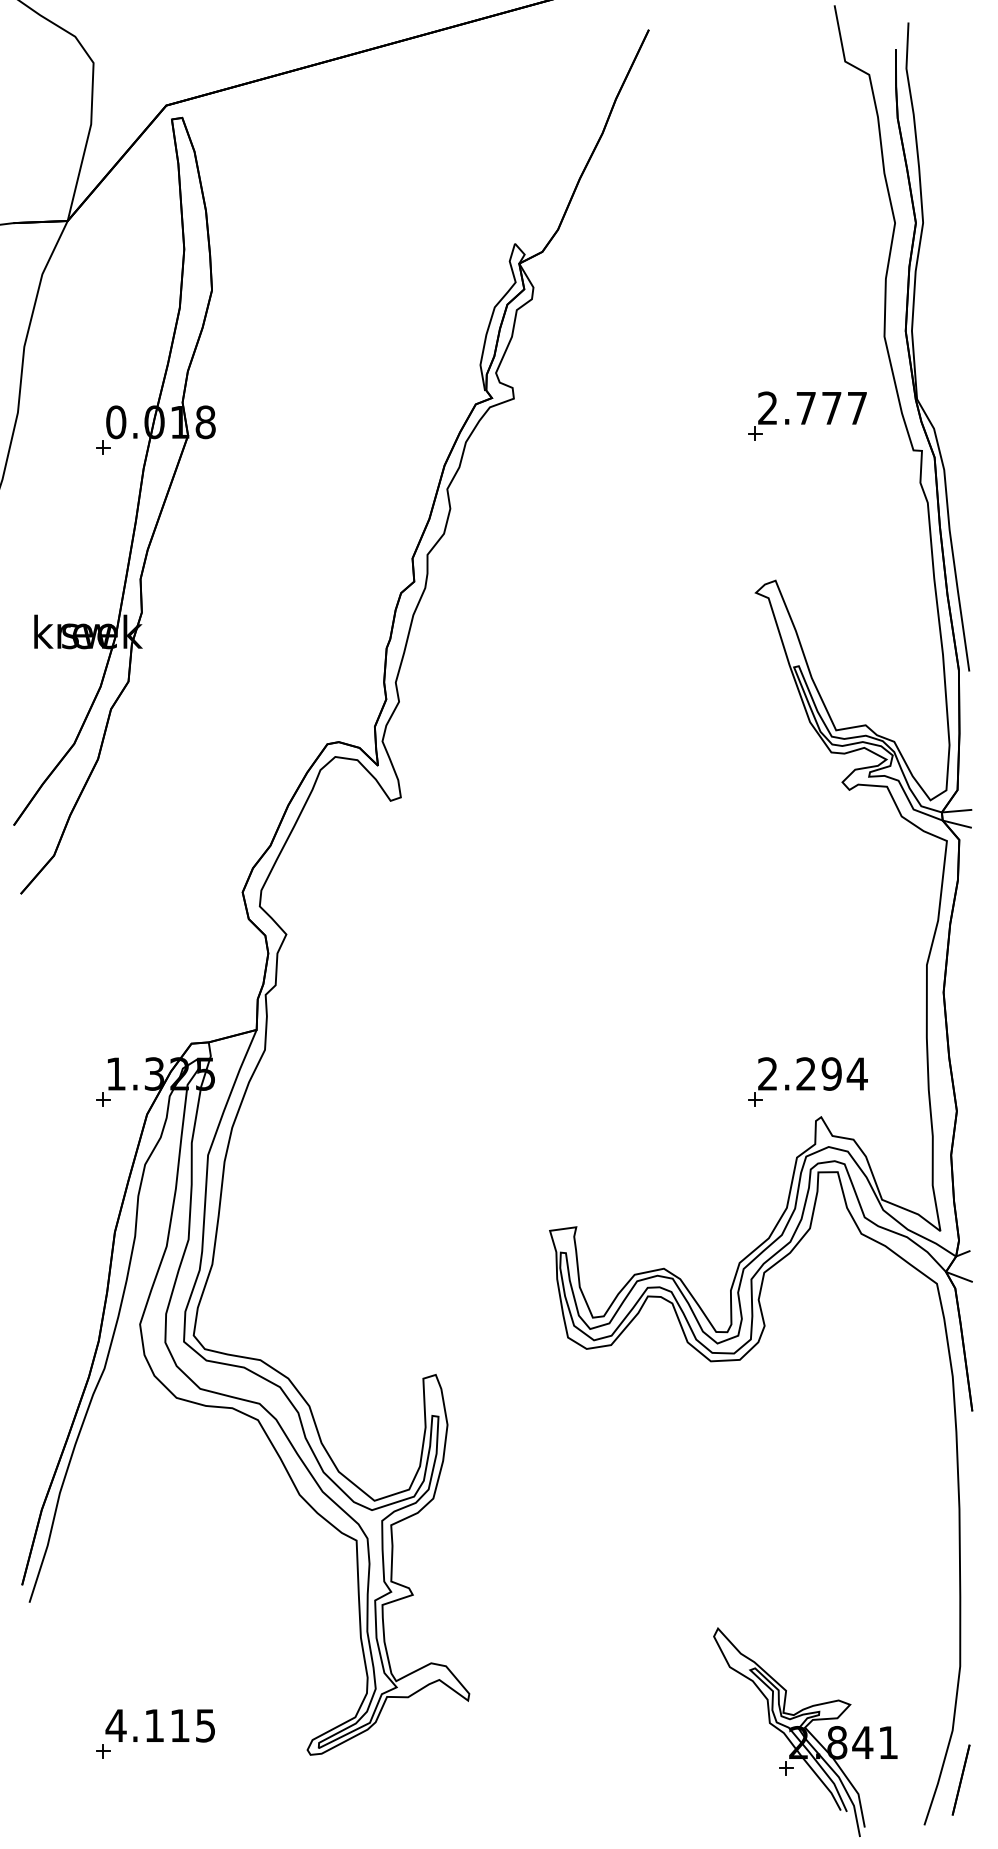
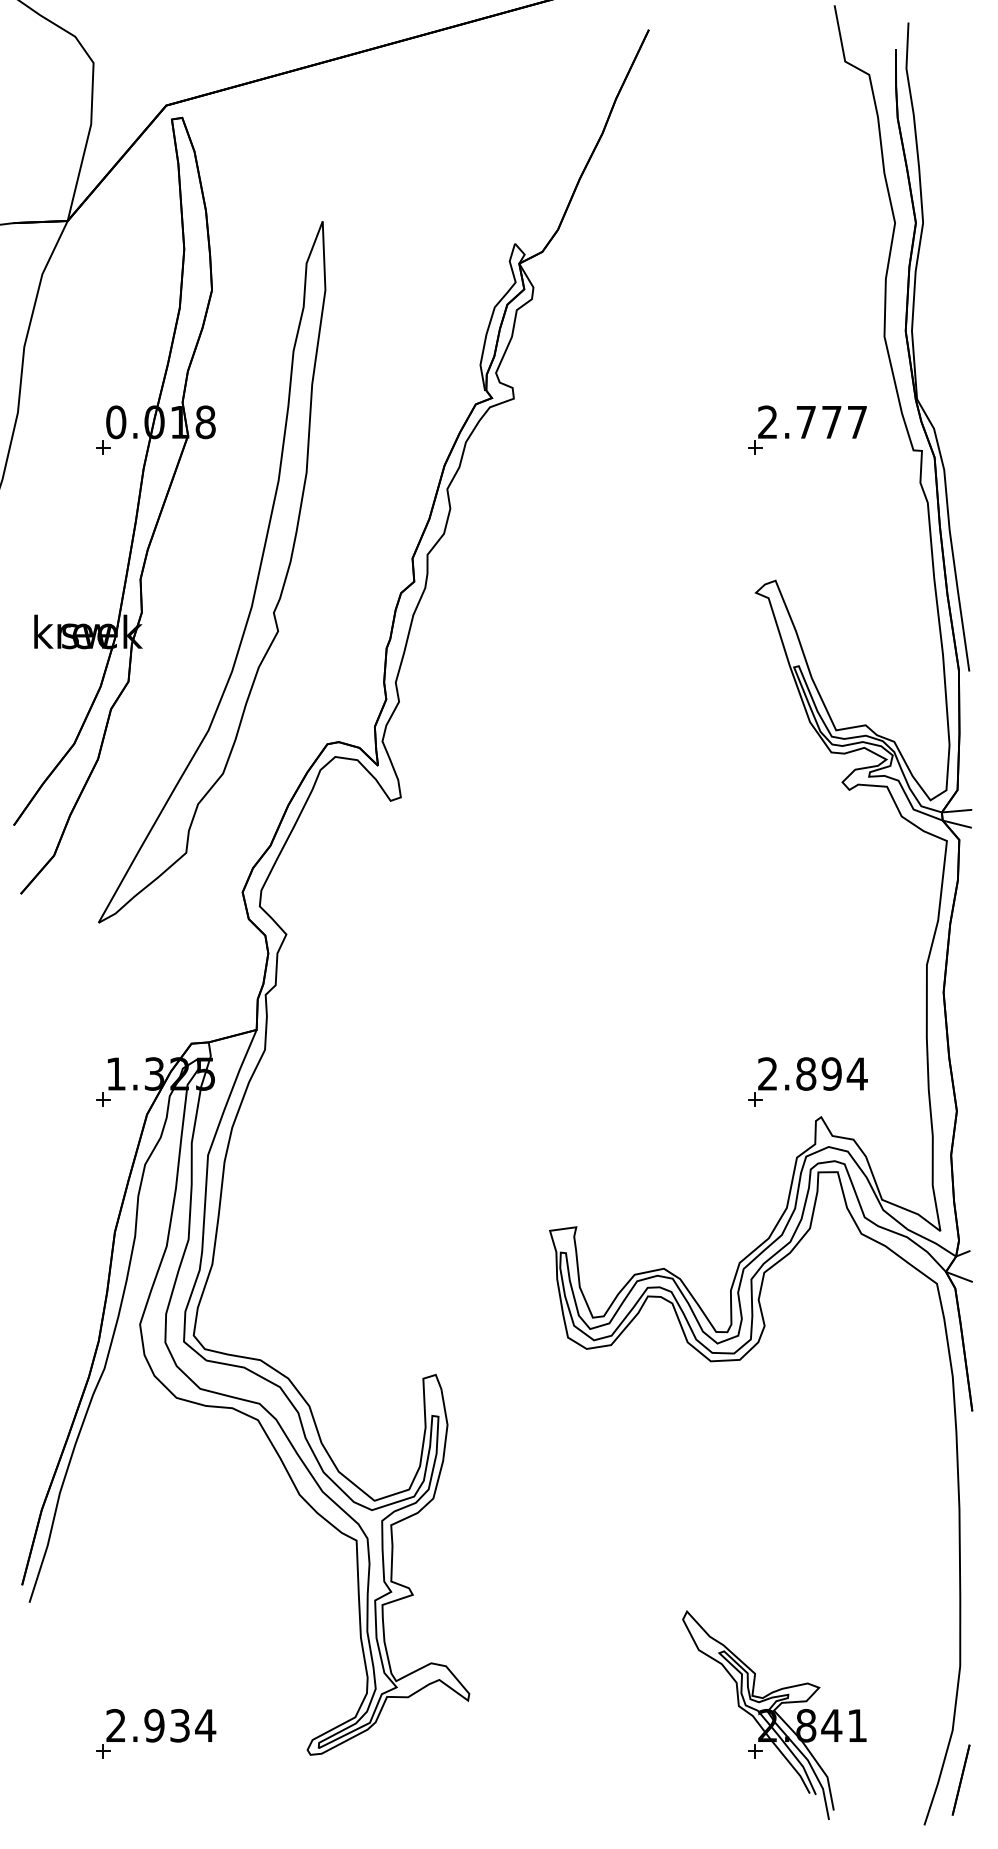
part at (807, 415) position: (807, 415) -> (807, 429)
part at (255, 583): none -> present
text at (806, 1073): 2.294 -> 2.894
text at (160, 1725): 4.115 -> 2.934
part at (805, 1731) position: (805, 1731) -> (774, 1714)
